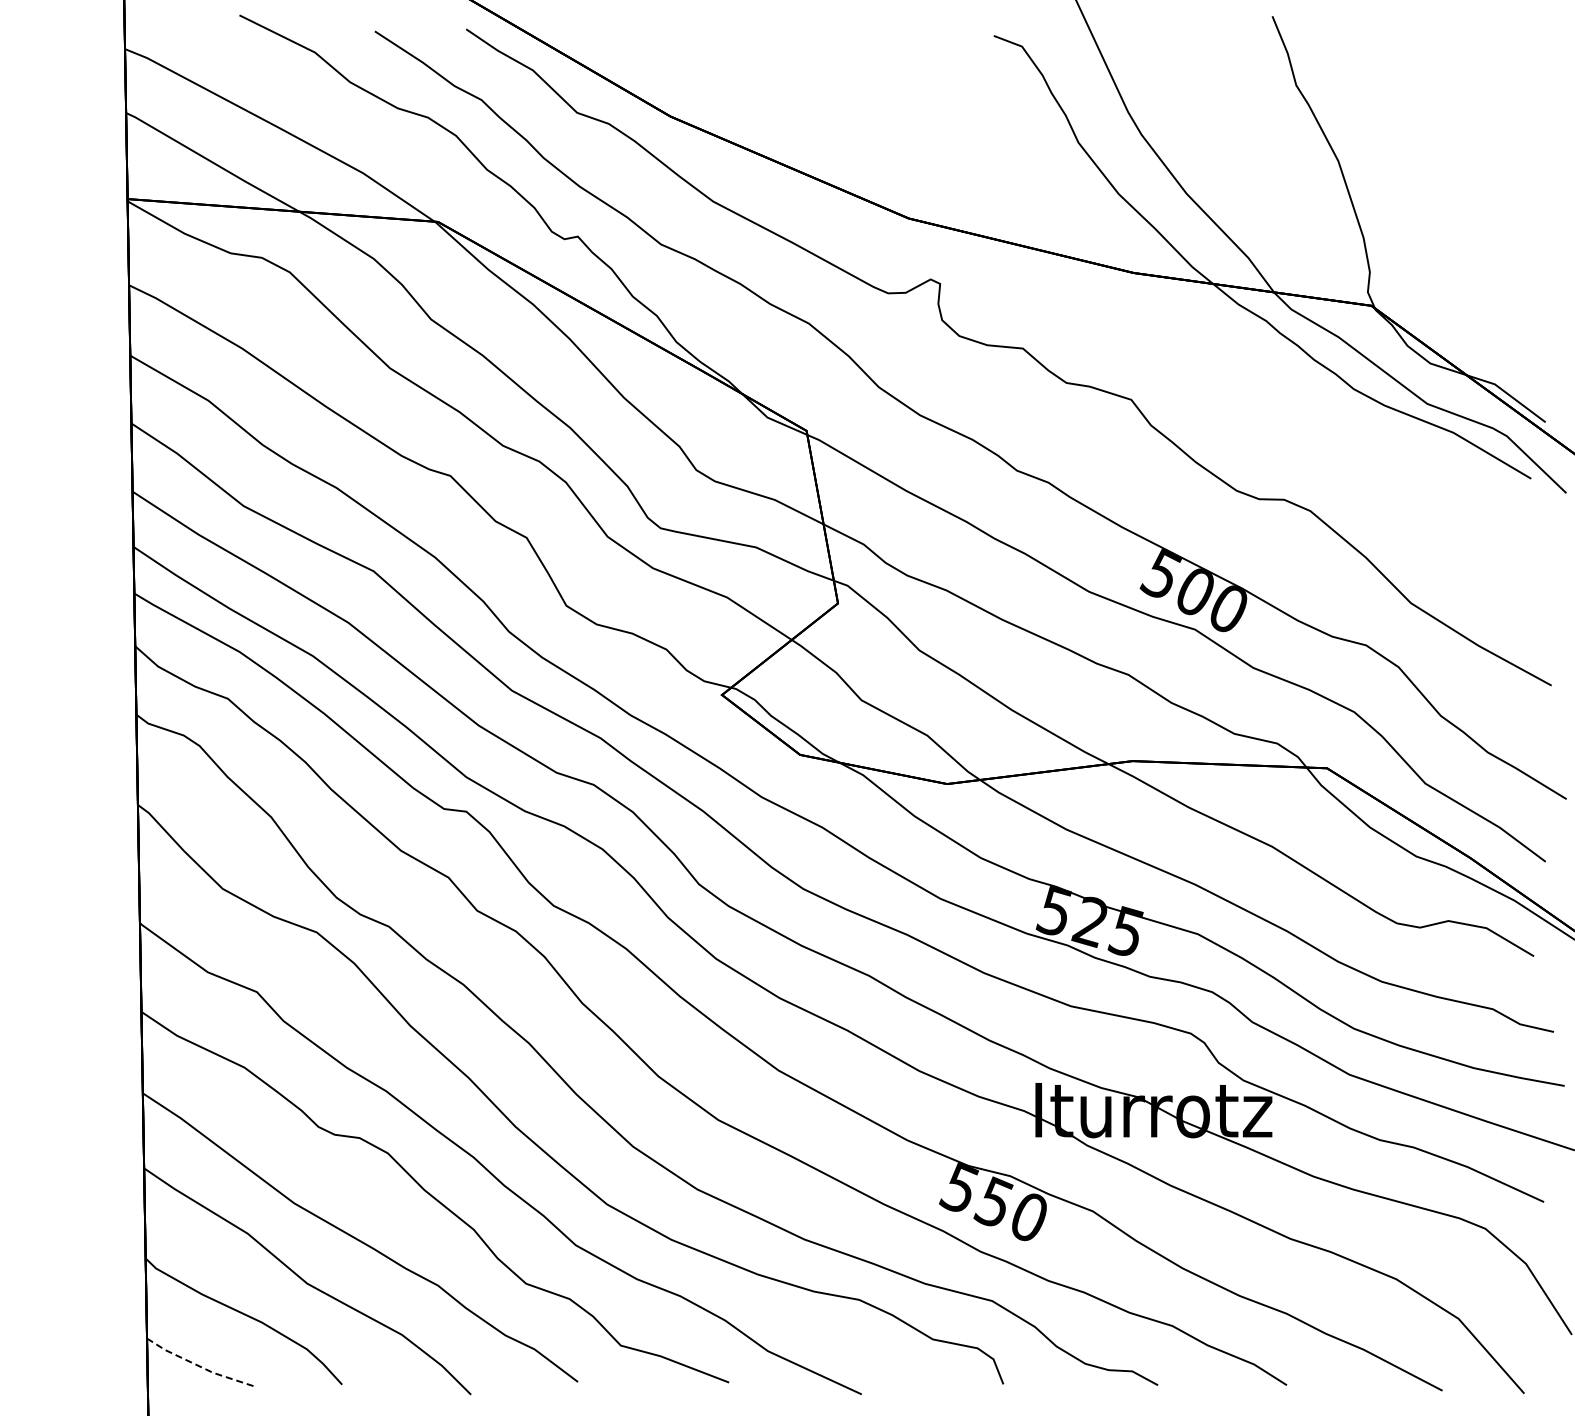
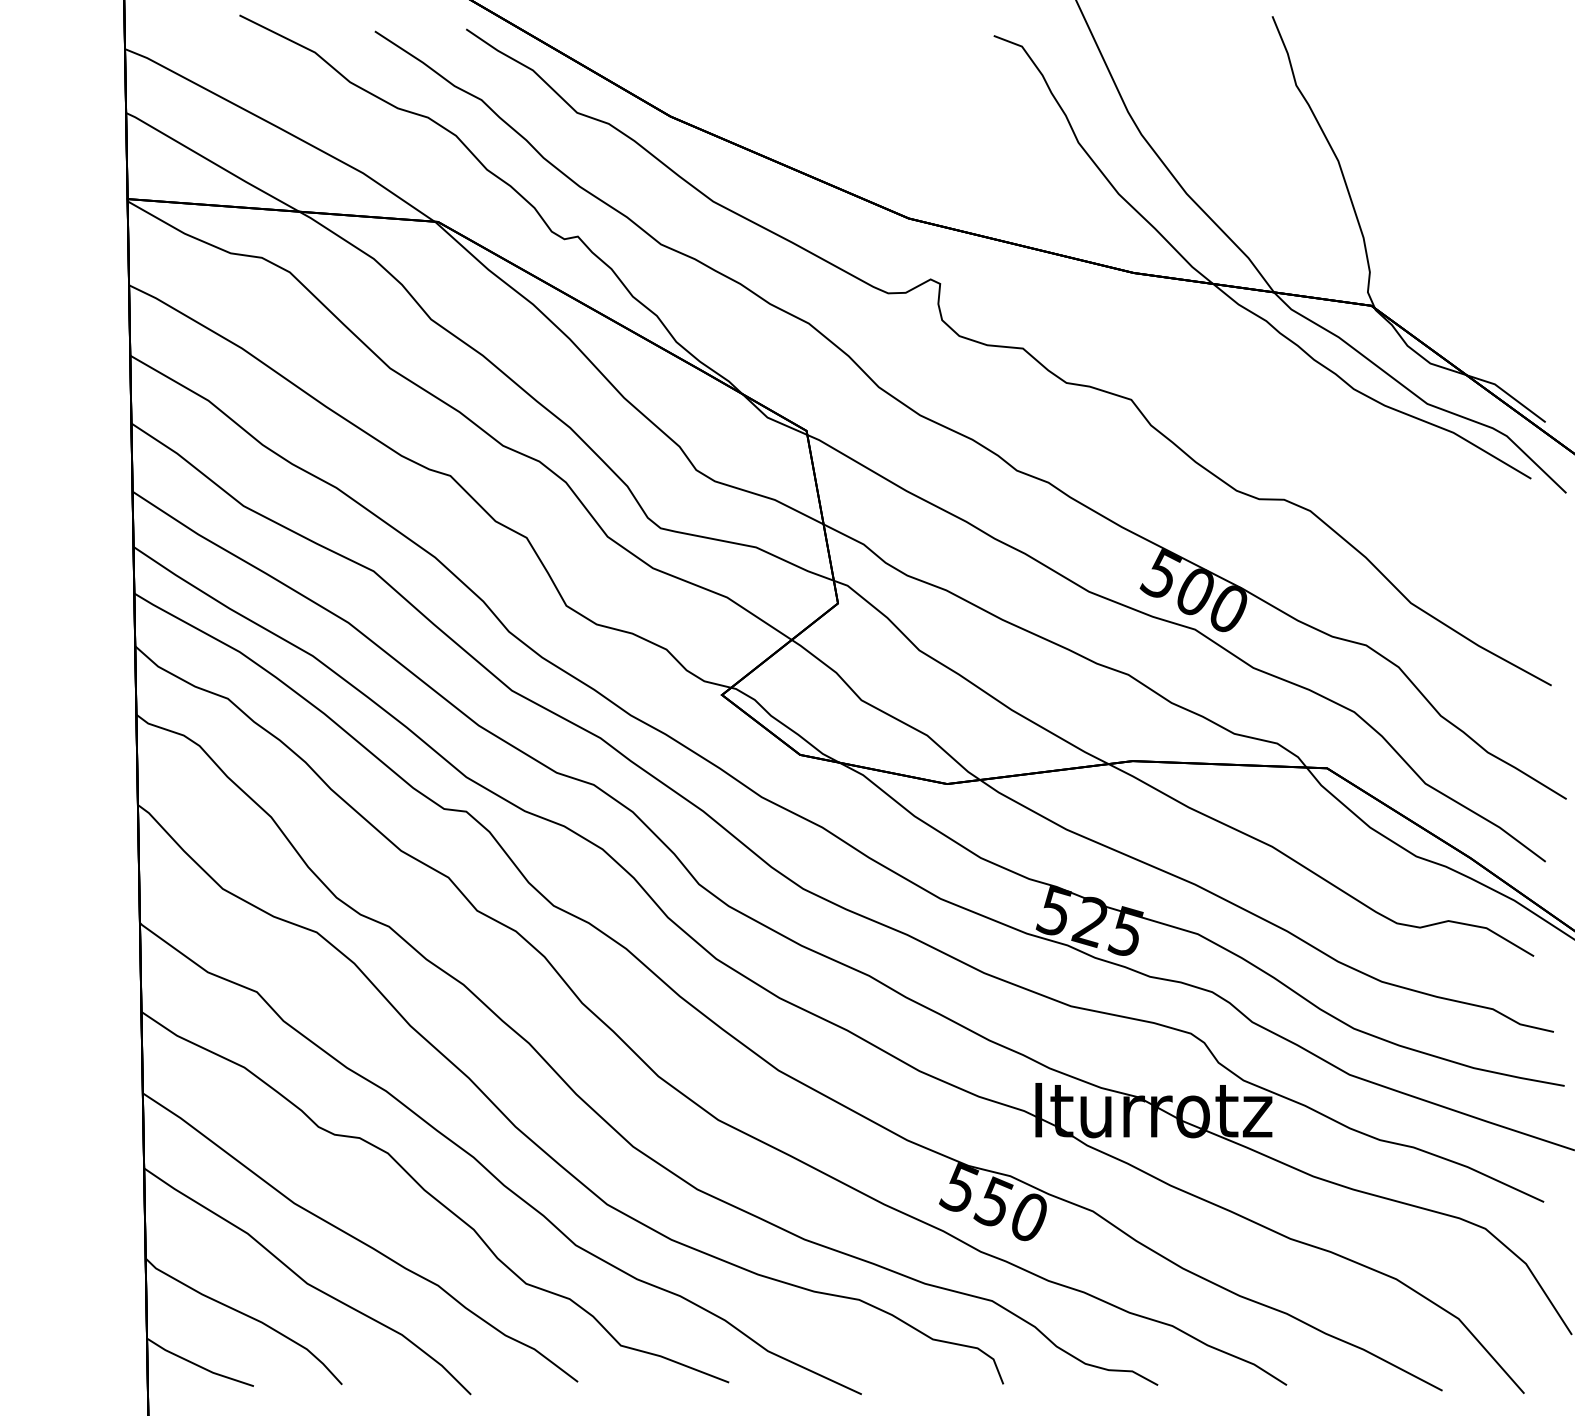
line at (198, 1365): dashed -> solid
